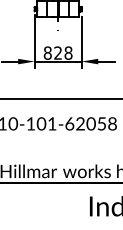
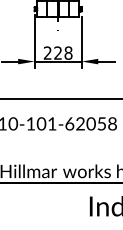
text at (47, 52): 828 -> 228
